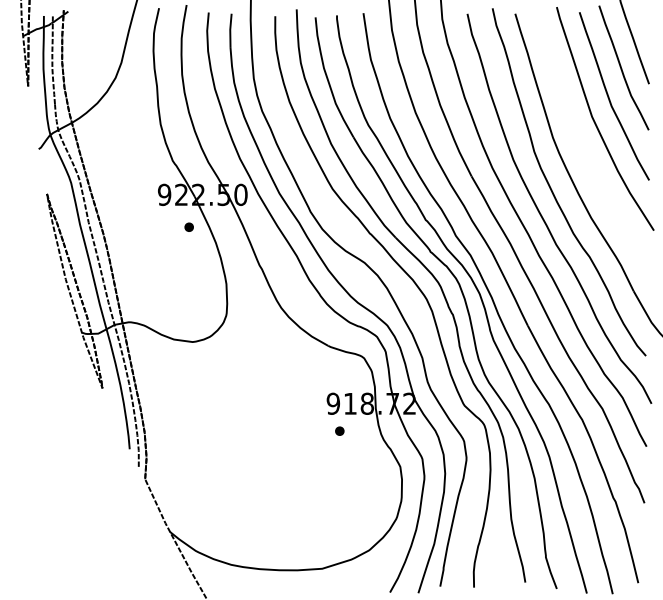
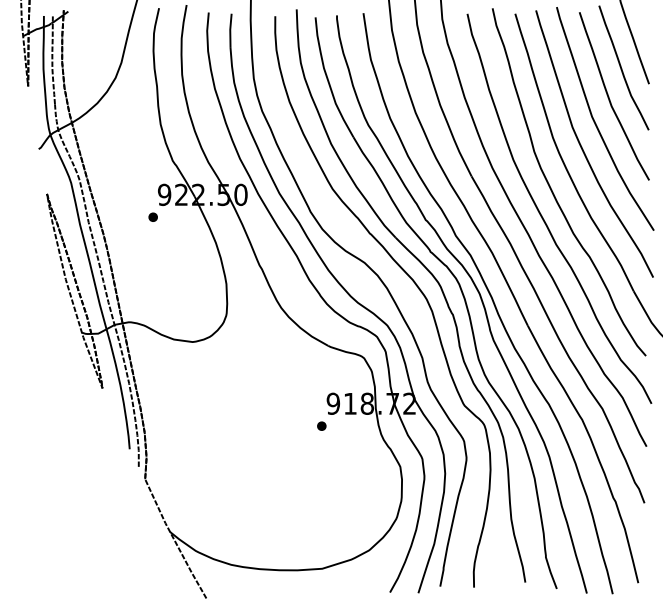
curve at (582, 146): none -> present
part at (188, 226) position: (188, 226) -> (152, 216)
part at (339, 430) position: (339, 430) -> (321, 425)
